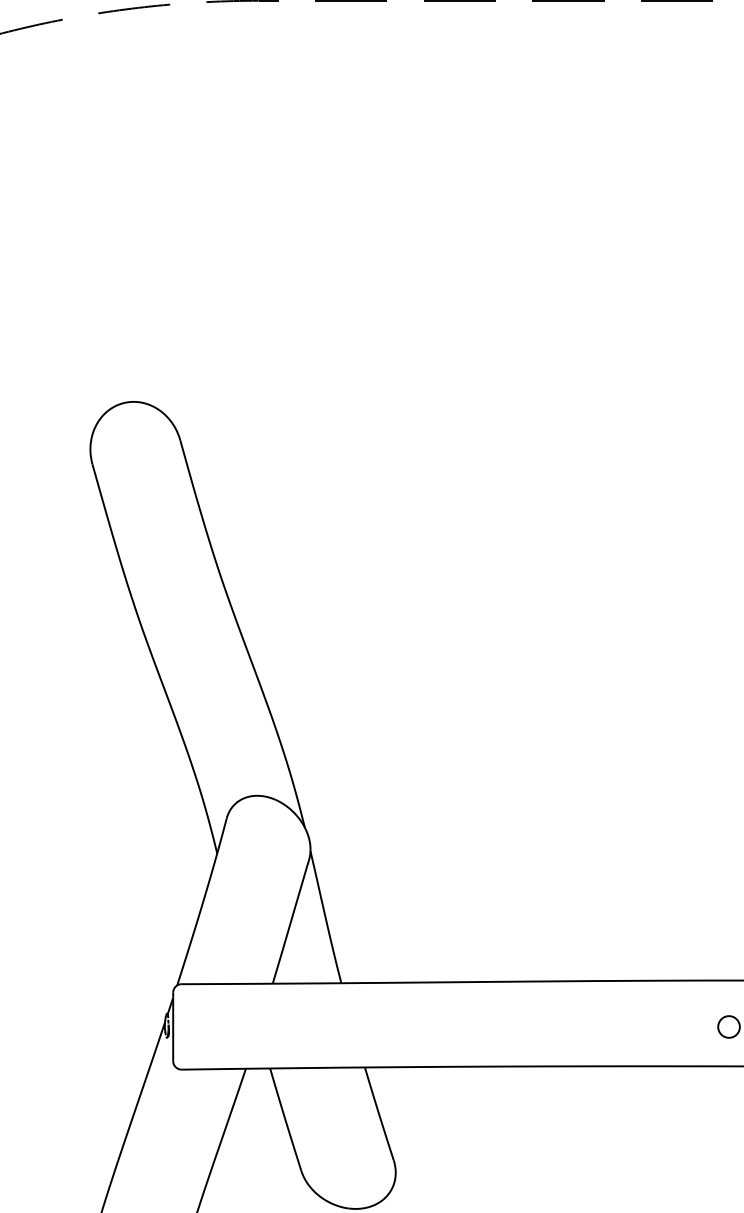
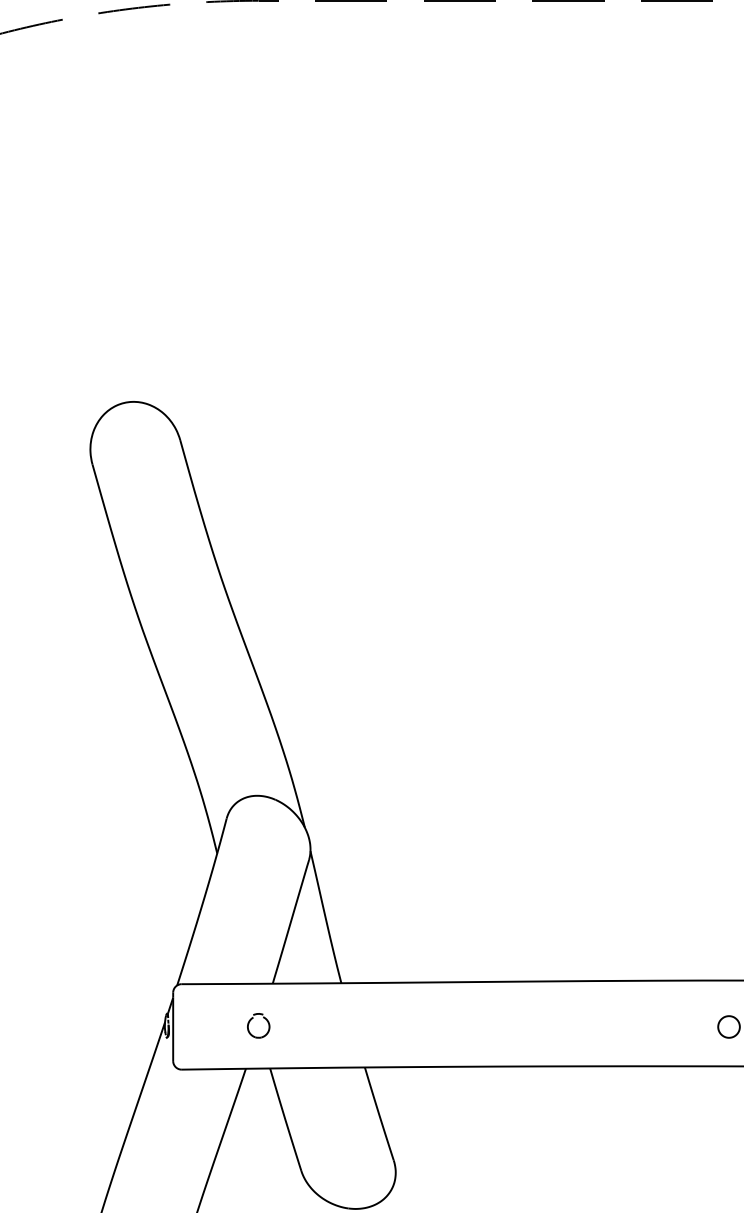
part at (252, 1019): none -> present
